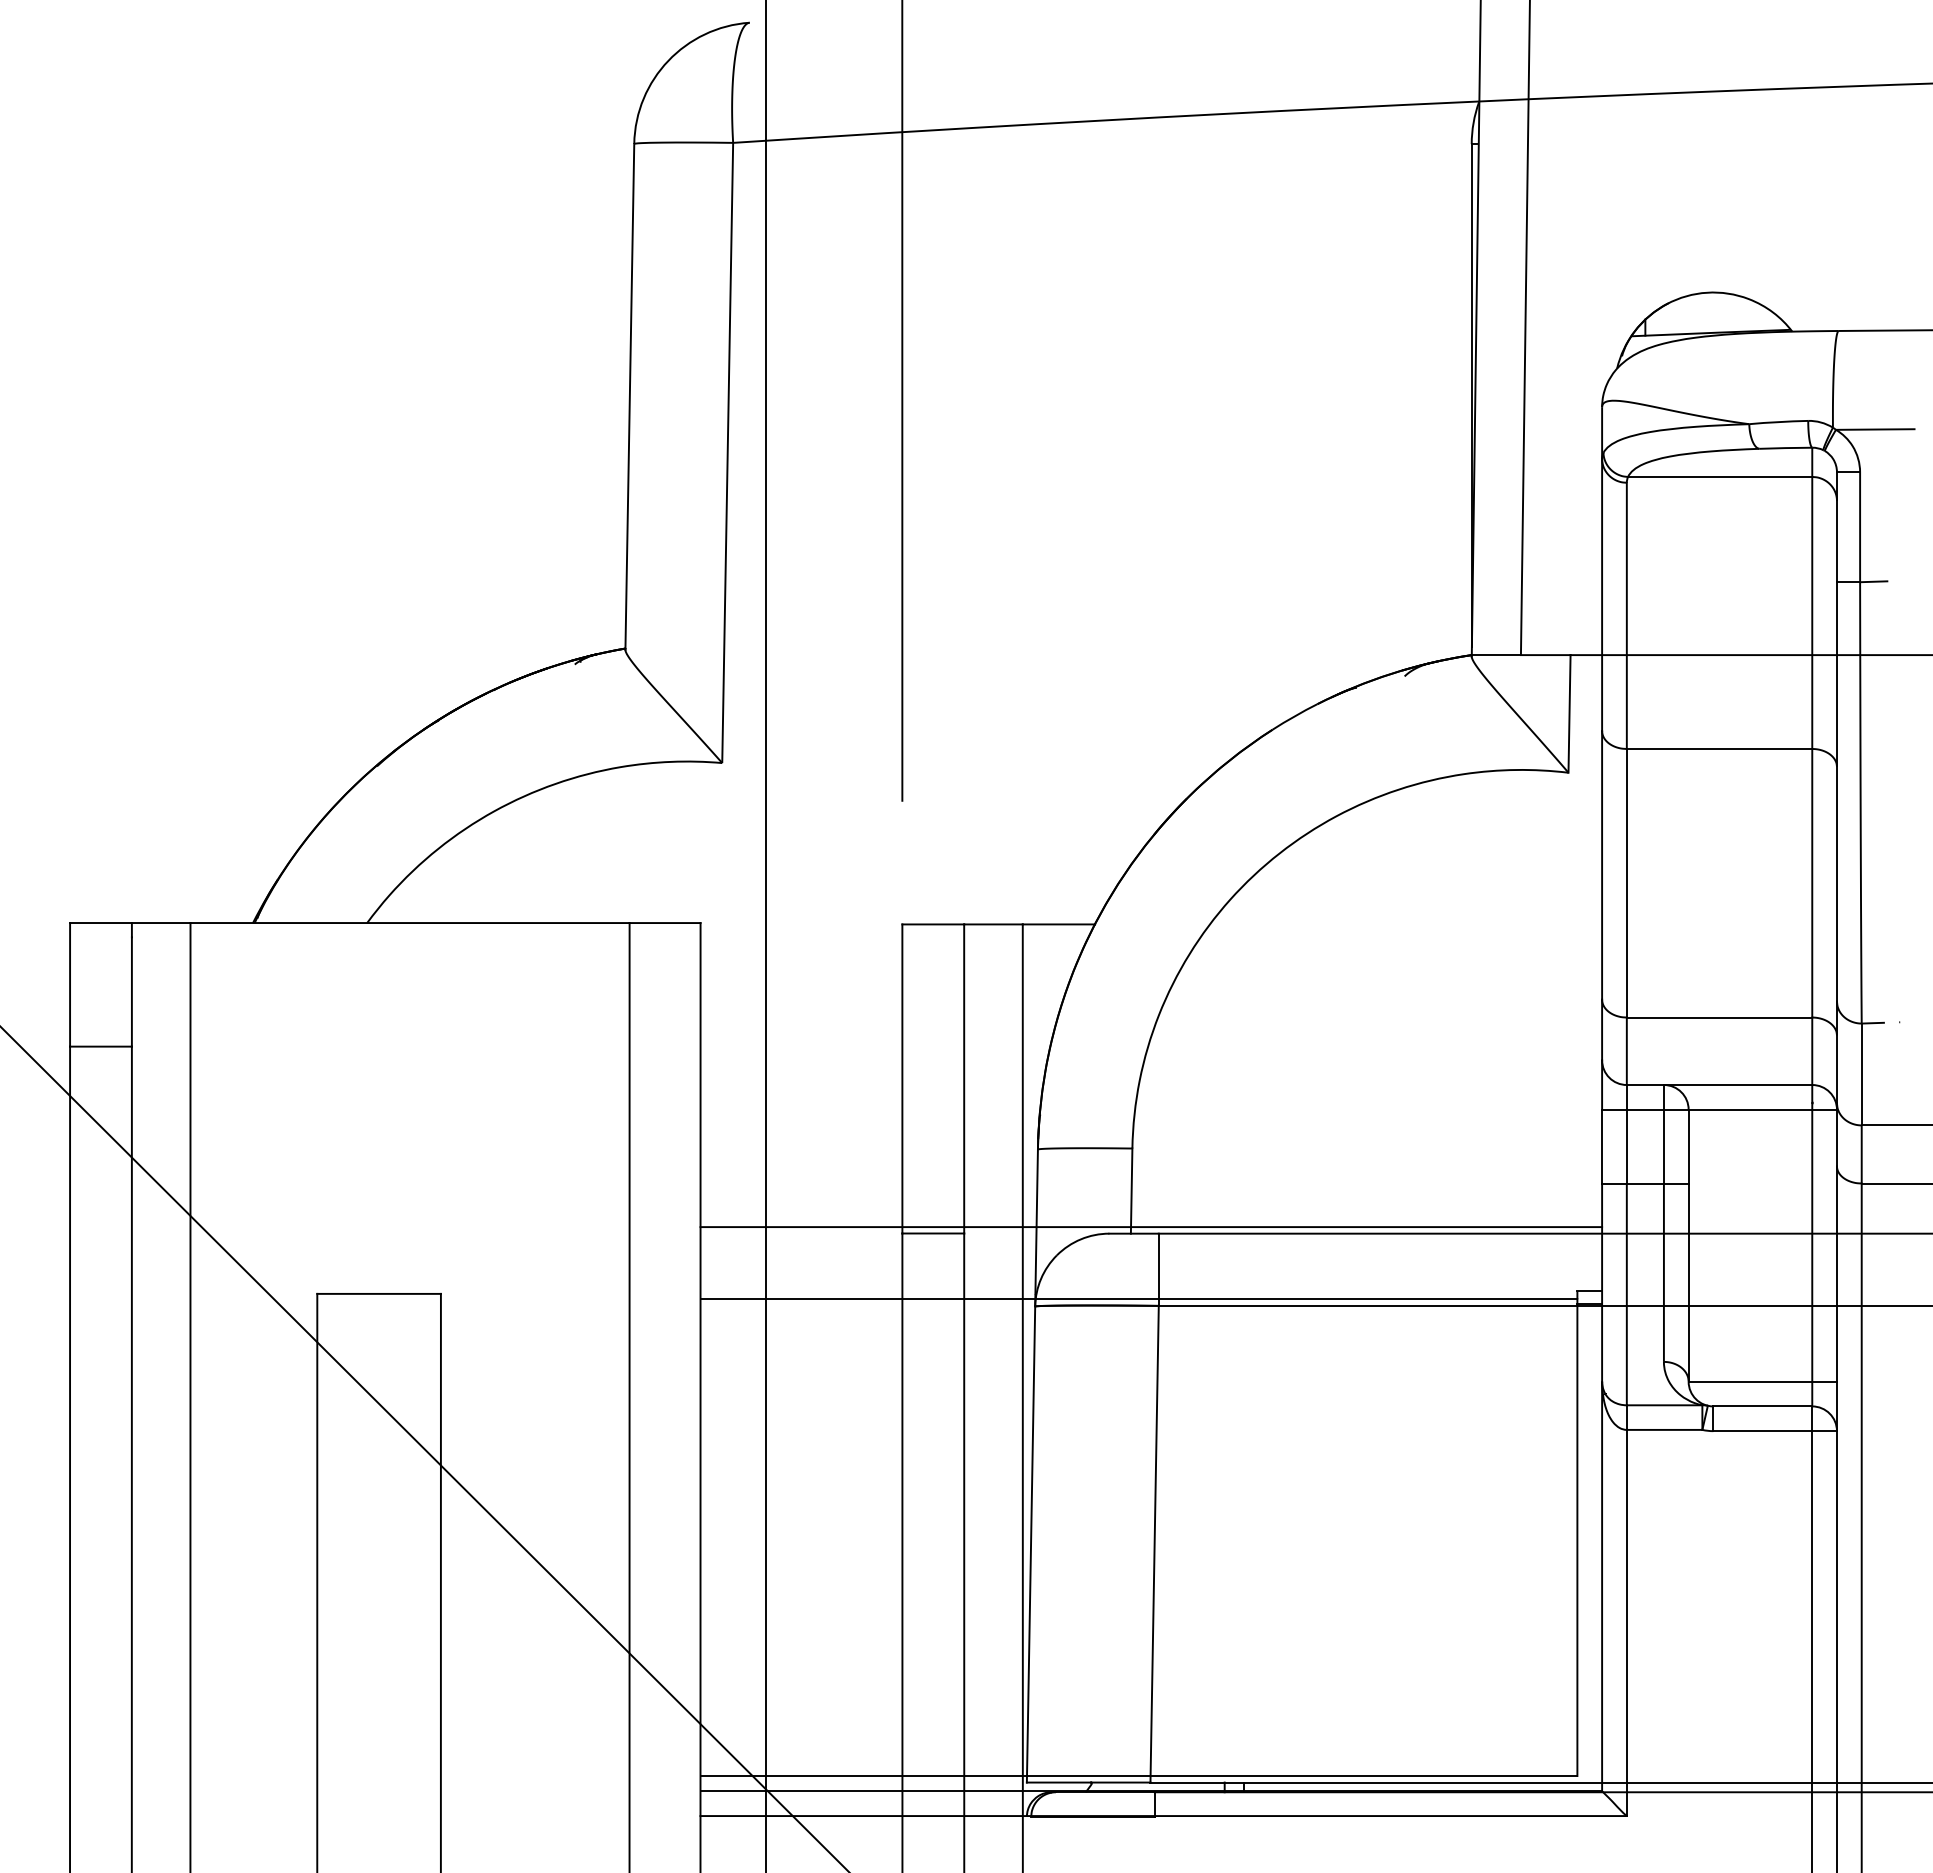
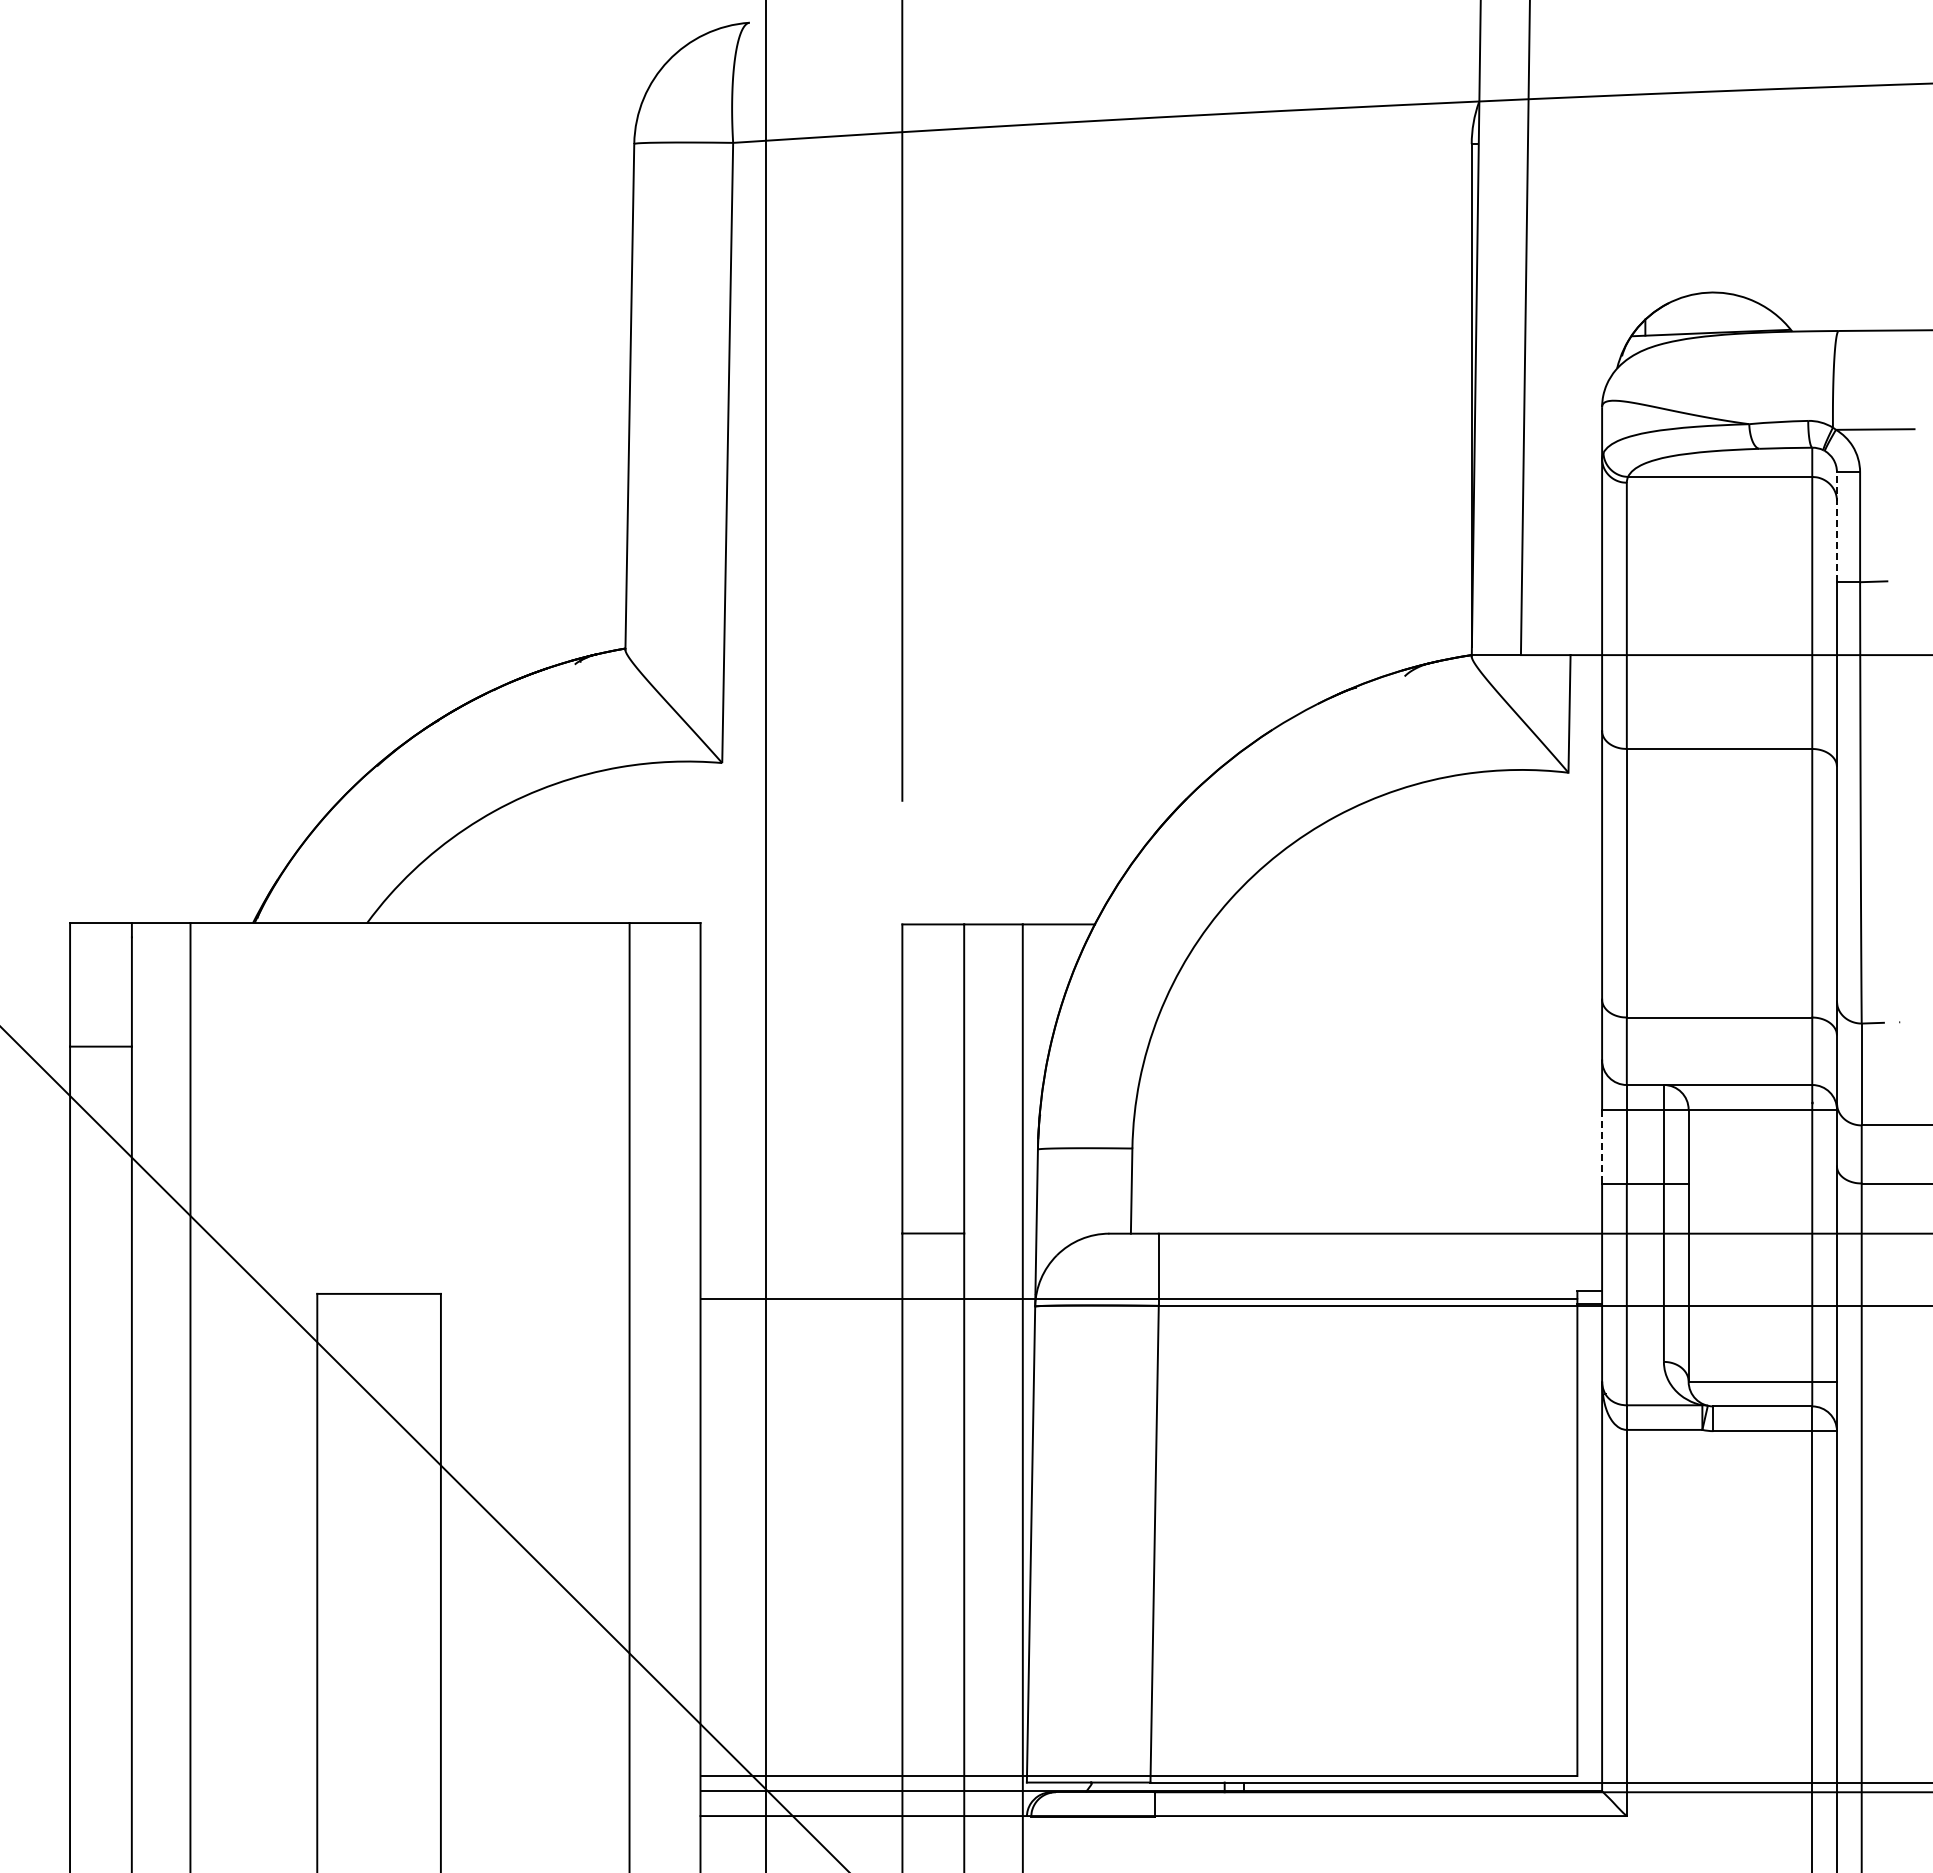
line at (1836, 527): solid -> dashed
line at (1602, 1147): solid -> dashed
line at (1151, 1227): present -> none
